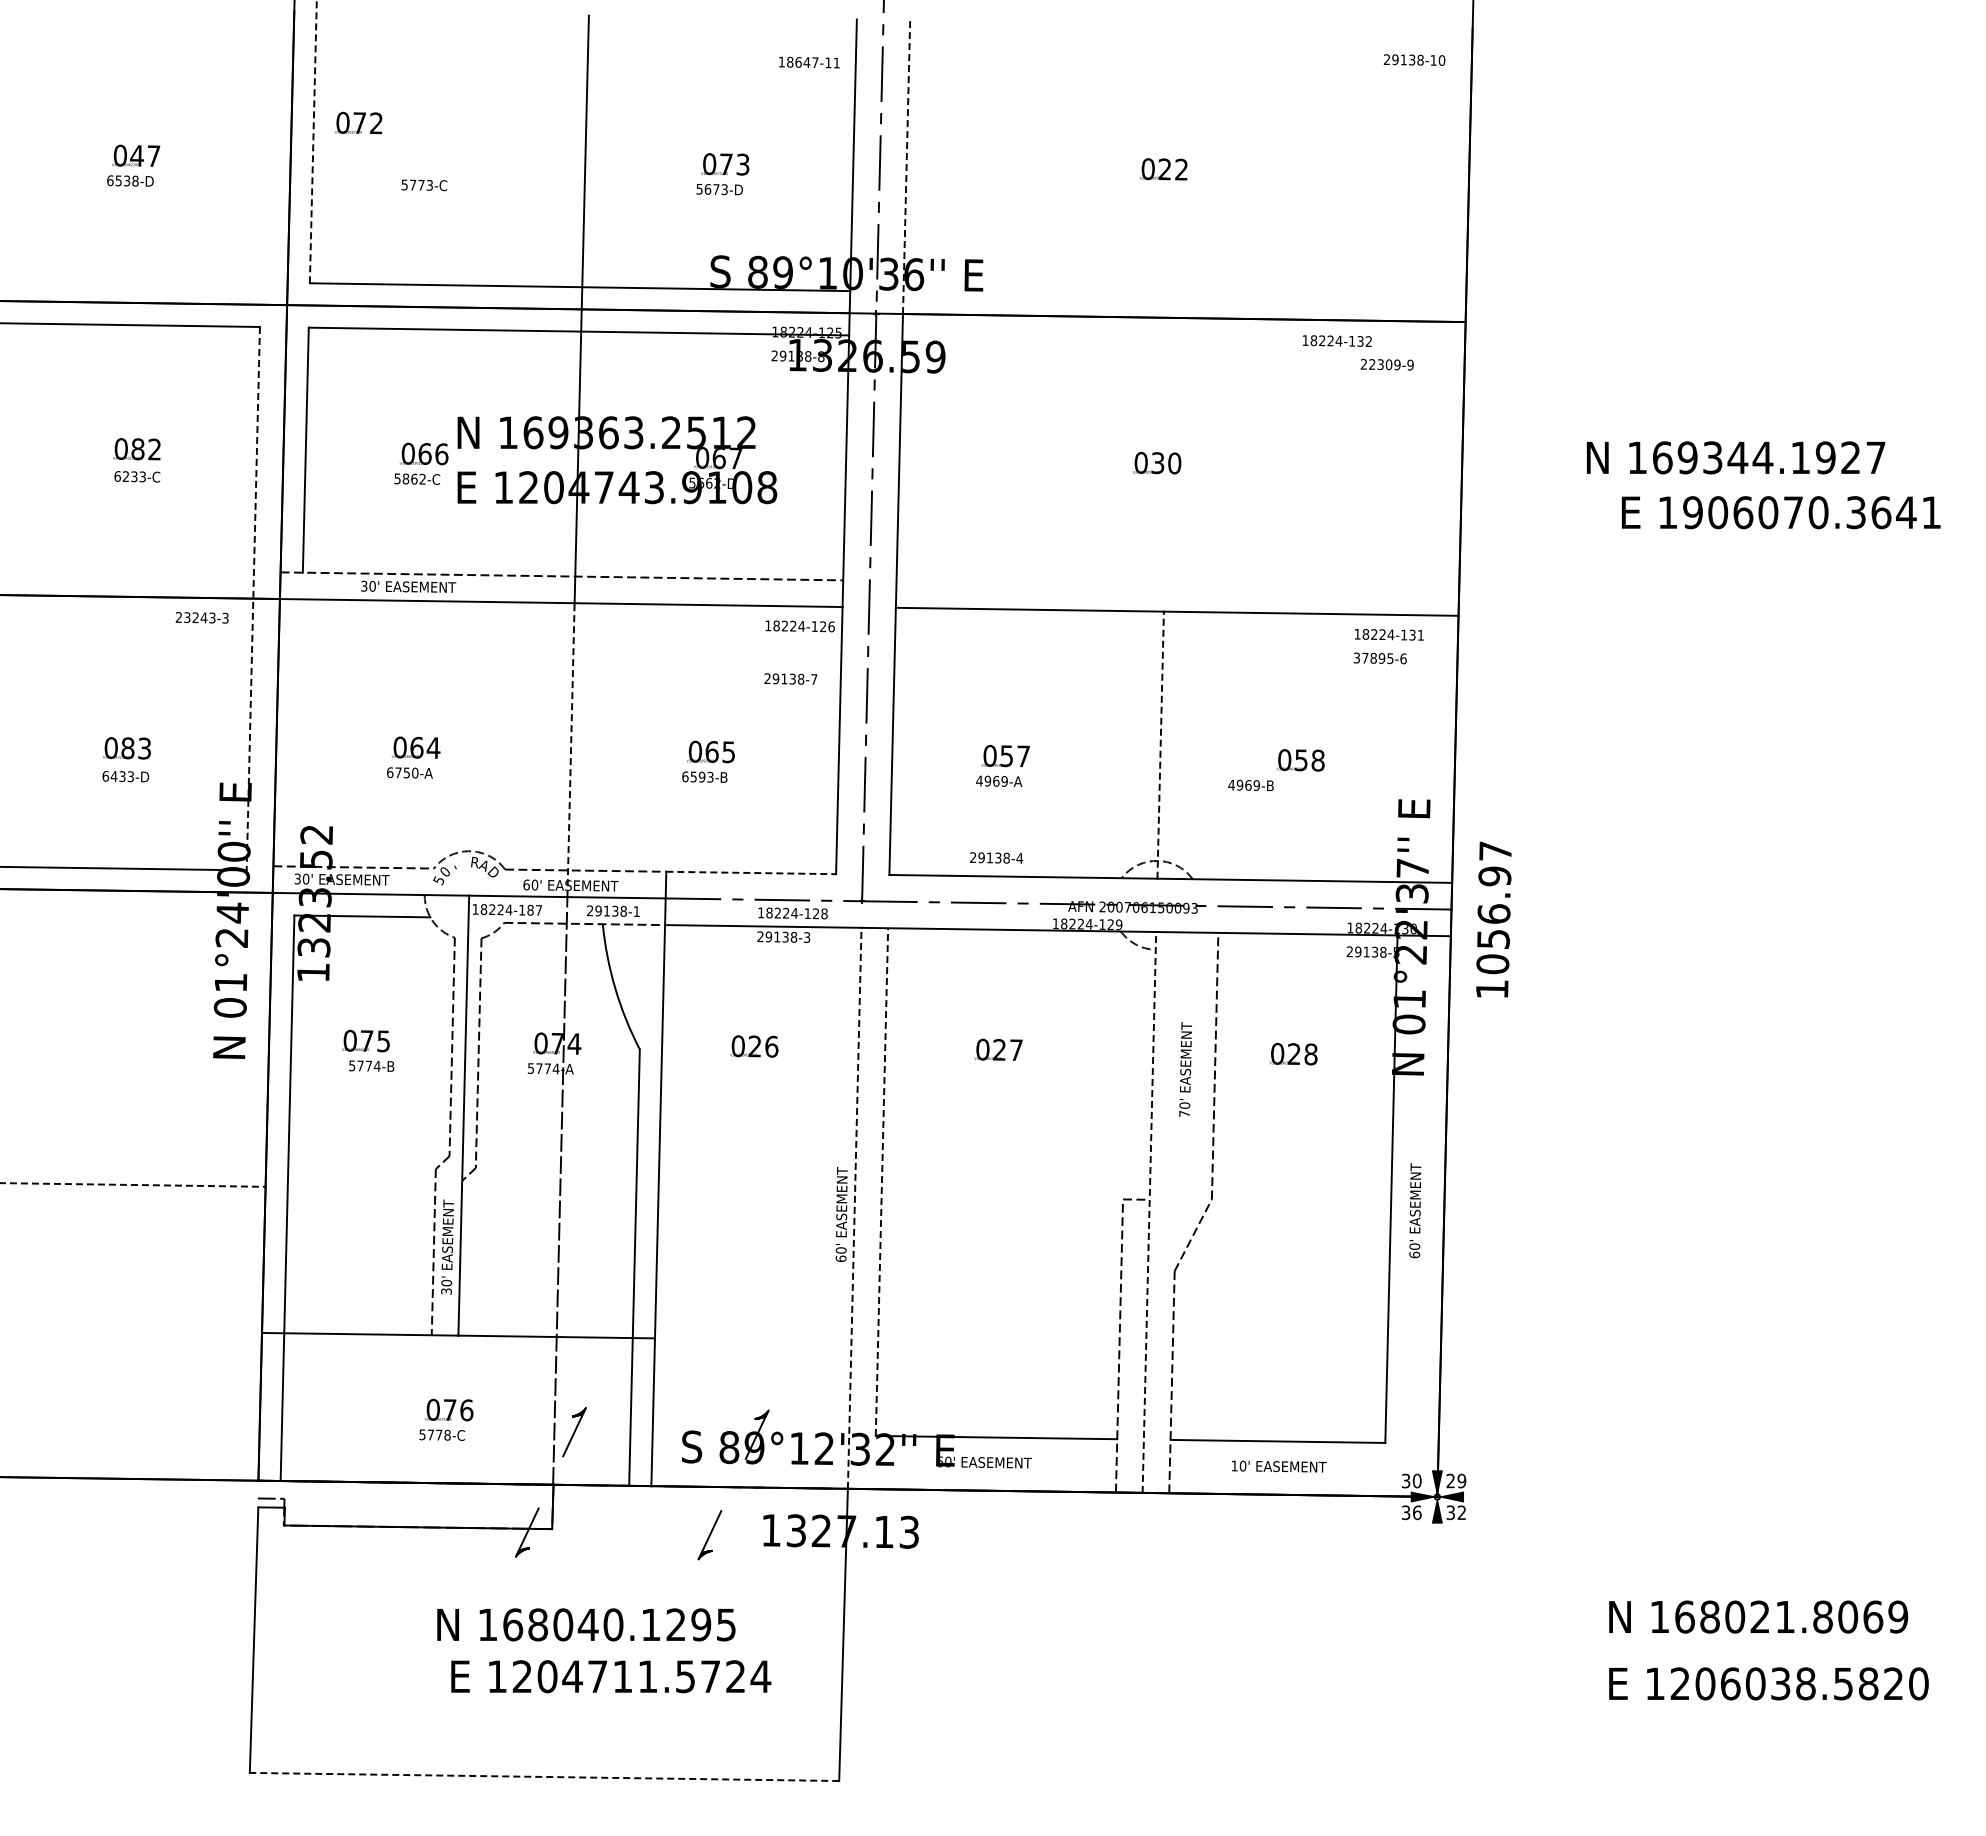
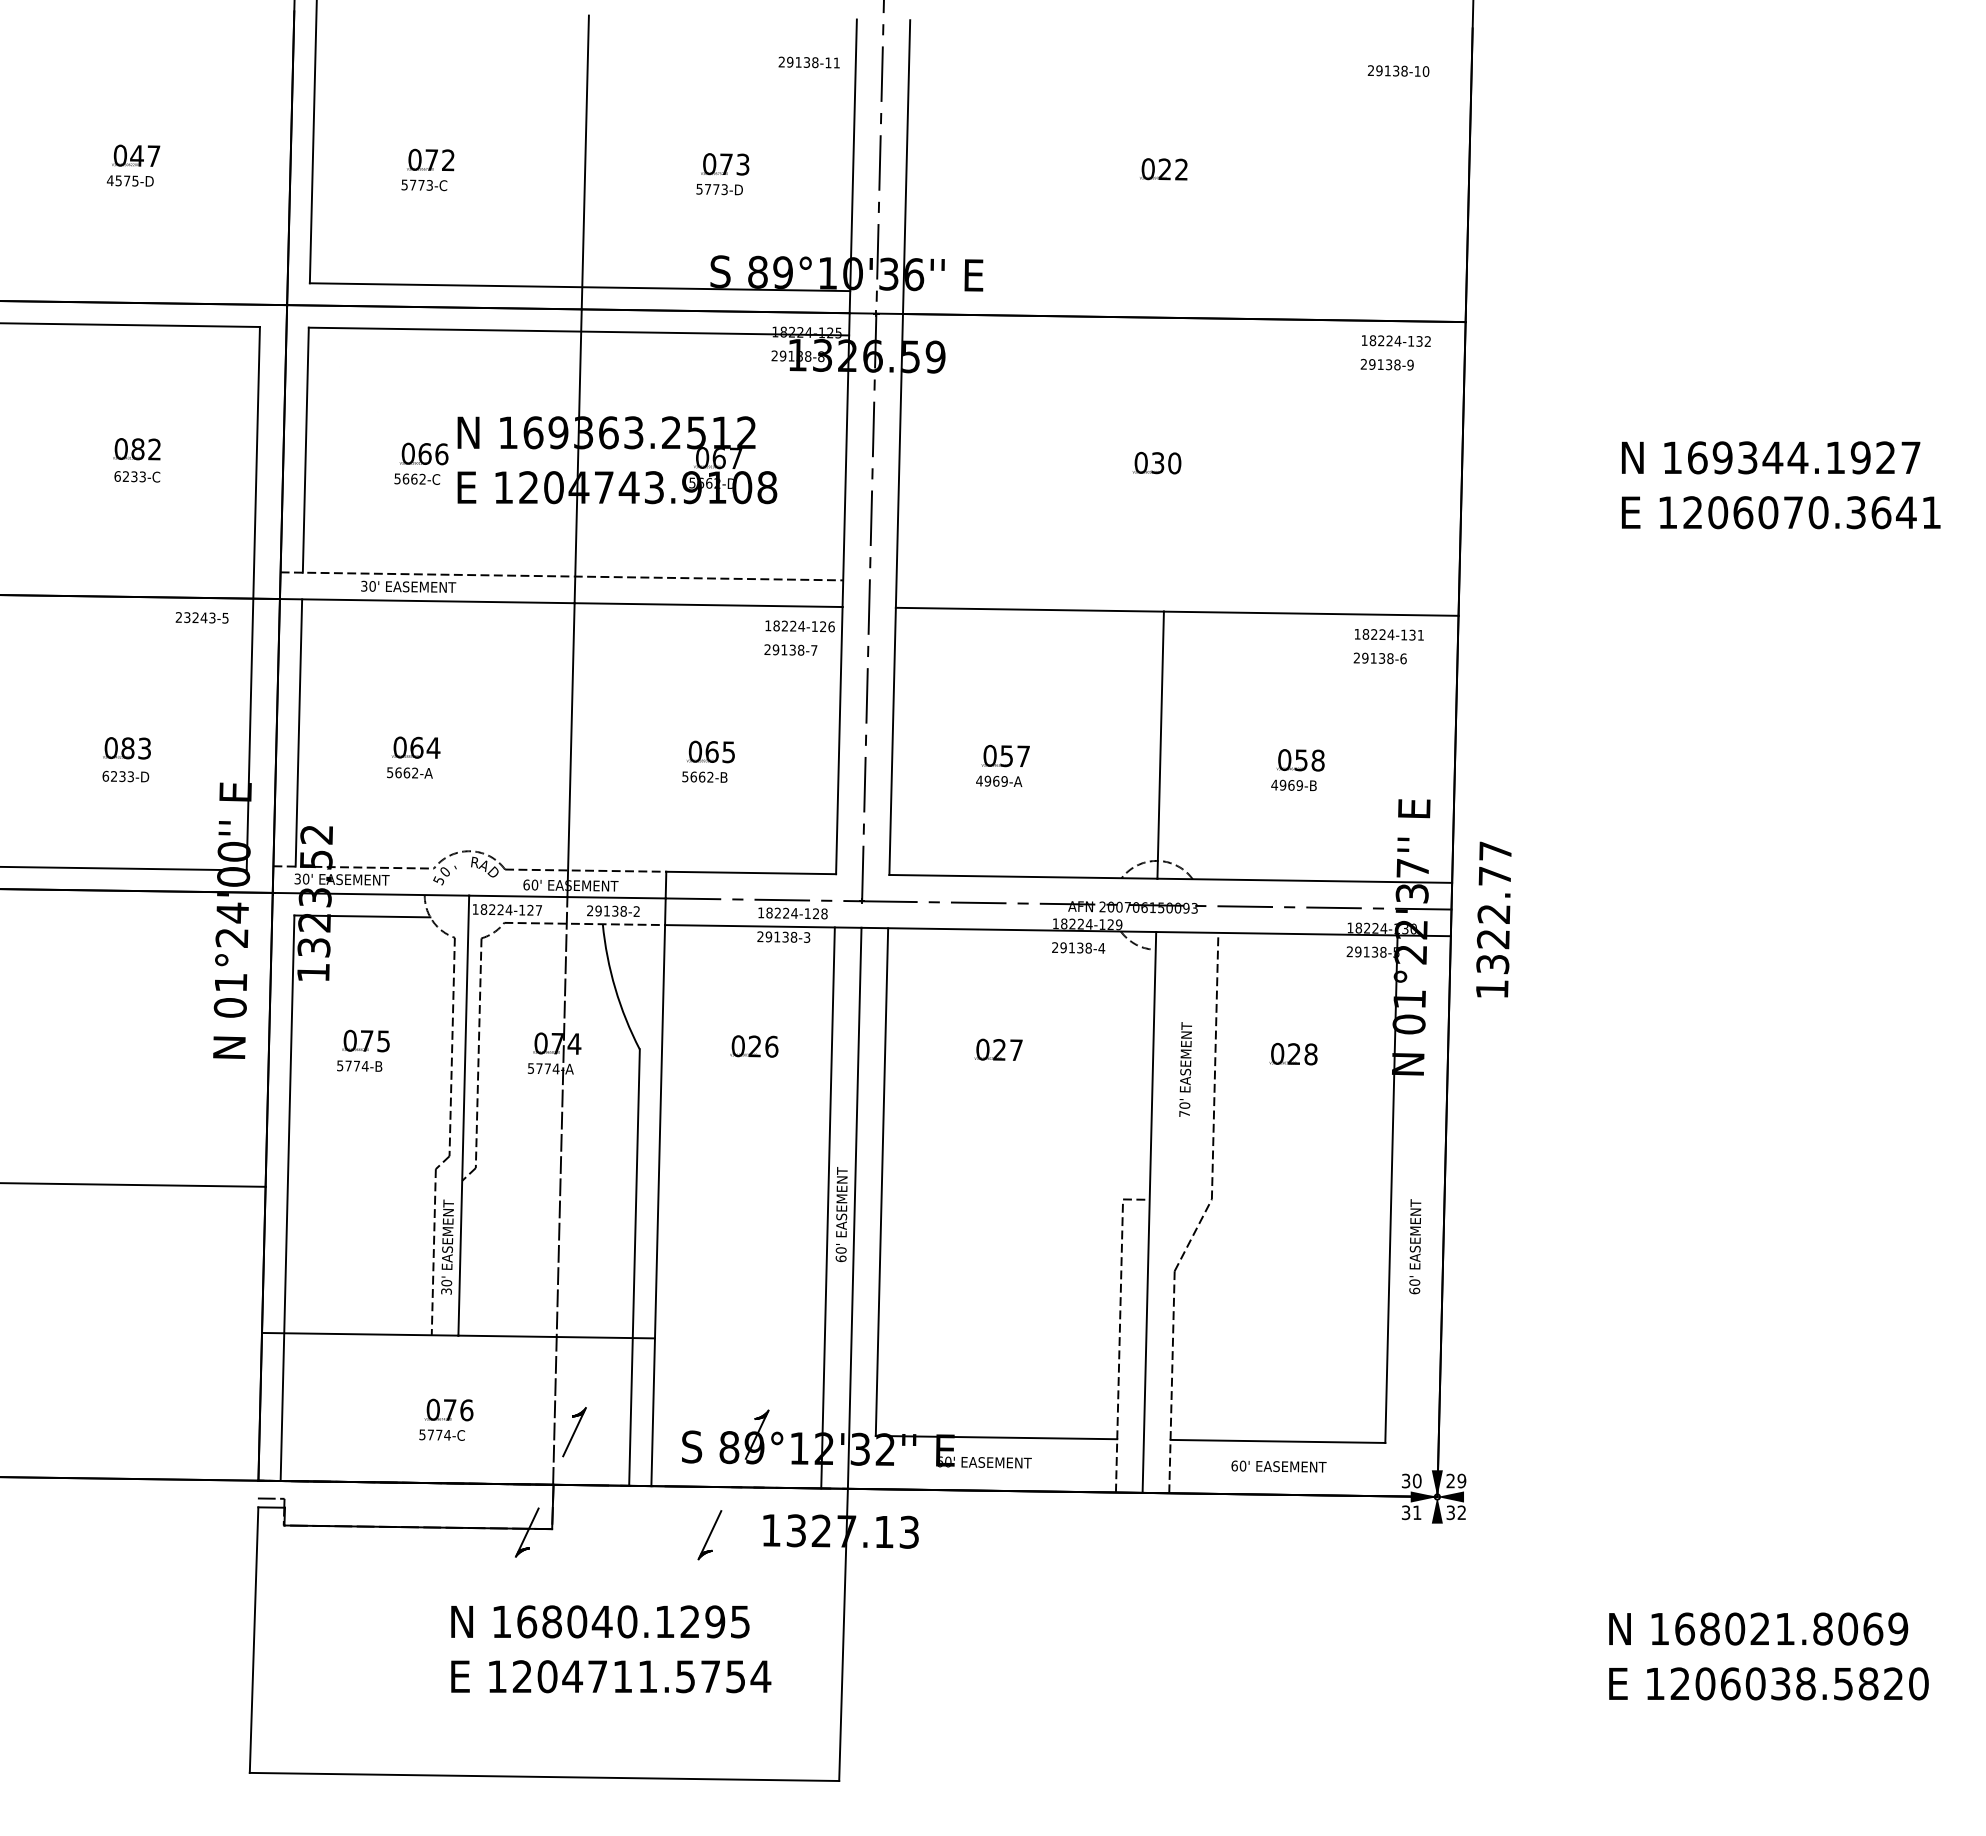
text at (1414, 59) position: (1414, 59) -> (1398, 70)
text at (798, 62): 18647-11 -> 29138-11
text at (358, 122) position: (358, 122) -> (430, 159)
line at (313, 141): dashed -> solid
line at (906, 167): dashed -> solid
text at (122, 180): 6538-D -> 4575-D
text at (707, 189): 5673-D -> 5773-D
text at (1337, 340) position: (1337, 340) -> (1396, 340)
text at (1384, 364): 22309-9 -> 29138-9
text at (1736, 457) position: (1736, 457) -> (1771, 457)
text at (405, 478): 5862-C -> 5662-C
text at (1692, 512): 1906070.3641 -> 1206070.3641
line at (253, 598): dashed -> solid
text at (225, 617): 23243-3 -> 23243-5
text at (1373, 657): 37895-6 -> 29138-6
text at (790, 678) position: (790, 678) -> (790, 649)
line at (298, 732): none -> present
line at (1160, 745): dashed -> solid
line at (571, 750): dashed -> solid
text at (402, 772): 6750-A -> 5662-A
text at (113, 776): 6433-D -> 6233-D
text at (697, 776): 6593-B -> 5662-B
text at (1250, 784) position: (1250, 784) -> (1293, 784)
text at (996, 857) position: (996, 857) -> (1078, 947)
line at (751, 872): dashed -> solid
text at (530, 910): 18224-187 -> 18224-127
text at (636, 911): 29138-1 -> 29138-2
text at (1493, 920): 1056.97 -> 1322.77
text at (371, 1065) position: (371, 1065) -> (359, 1065)
line at (881, 1182): dashed -> solid
line at (133, 1184): dashed -> solid
line at (827, 1207): none -> present
line at (854, 1208): dashed -> solid
text at (1415, 1210) position: (1415, 1210) -> (1415, 1246)
line at (1149, 1212): dashed -> solid
text at (447, 1434): 5778-C -> 5774-C
text at (1234, 1465): 10' -> 60'
text at (1417, 1512): 36 -> 31
text at (1758, 1616) position: (1758, 1616) -> (1758, 1628)
text at (586, 1624) position: (586, 1624) -> (600, 1621)
text at (735, 1676): 1204711.5724 -> 1204711.5754
line at (544, 1776): dashed -> solid
